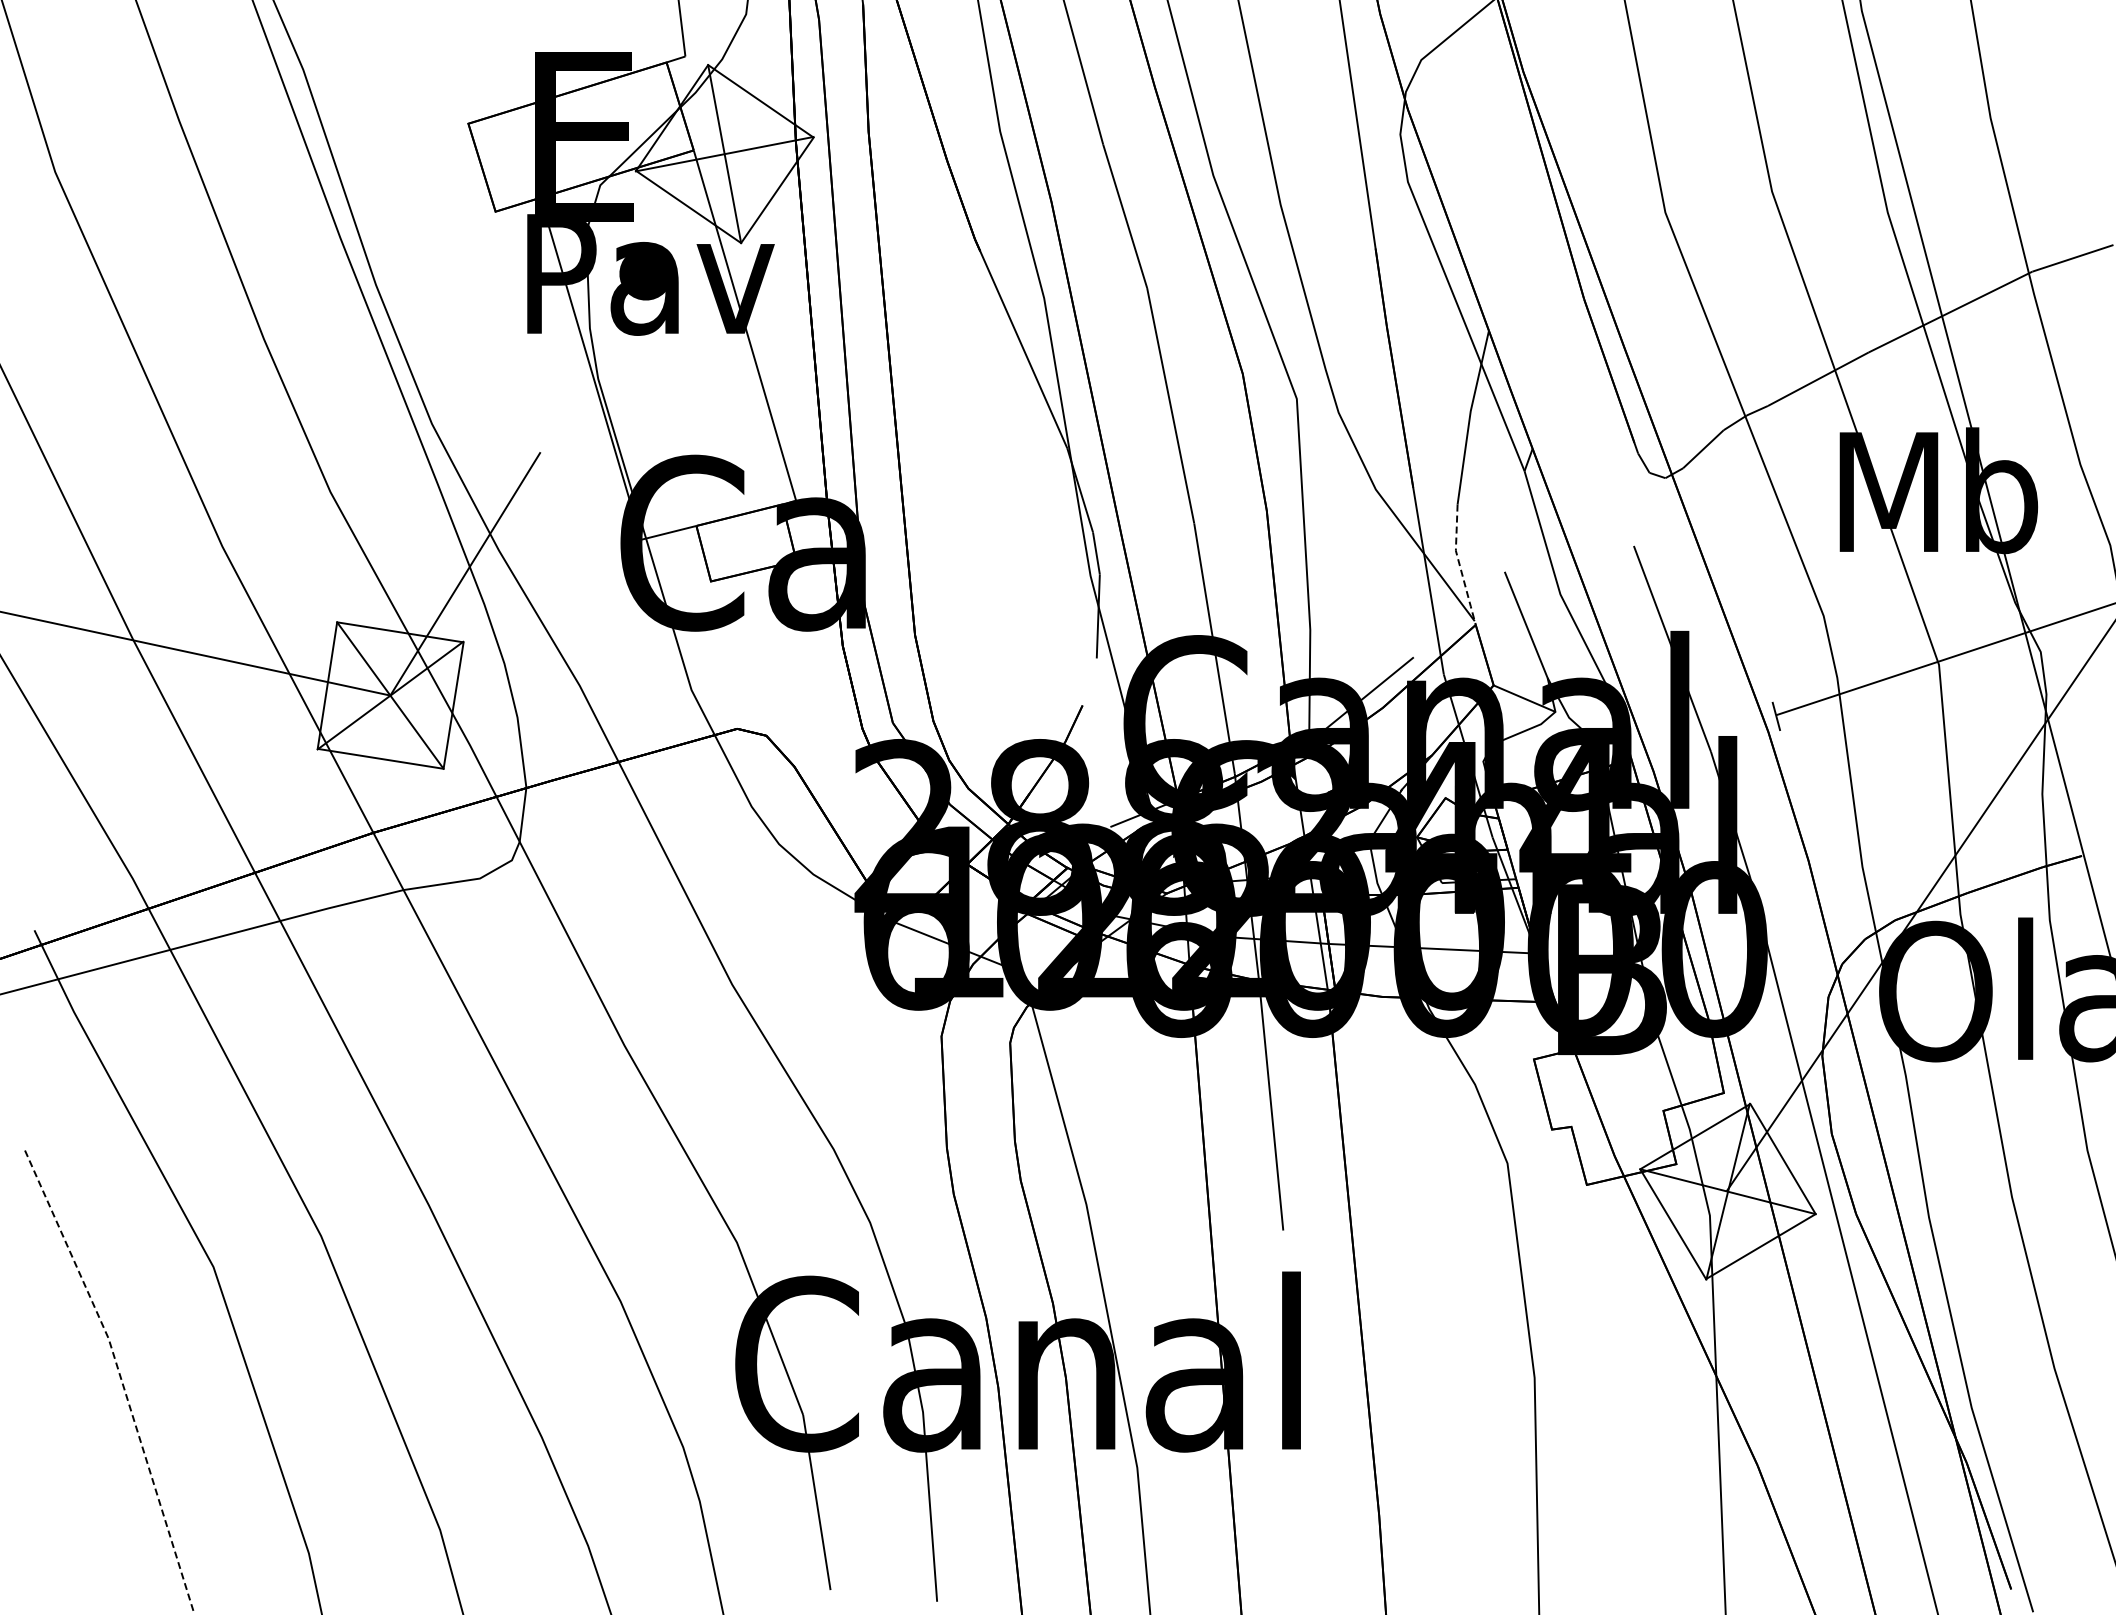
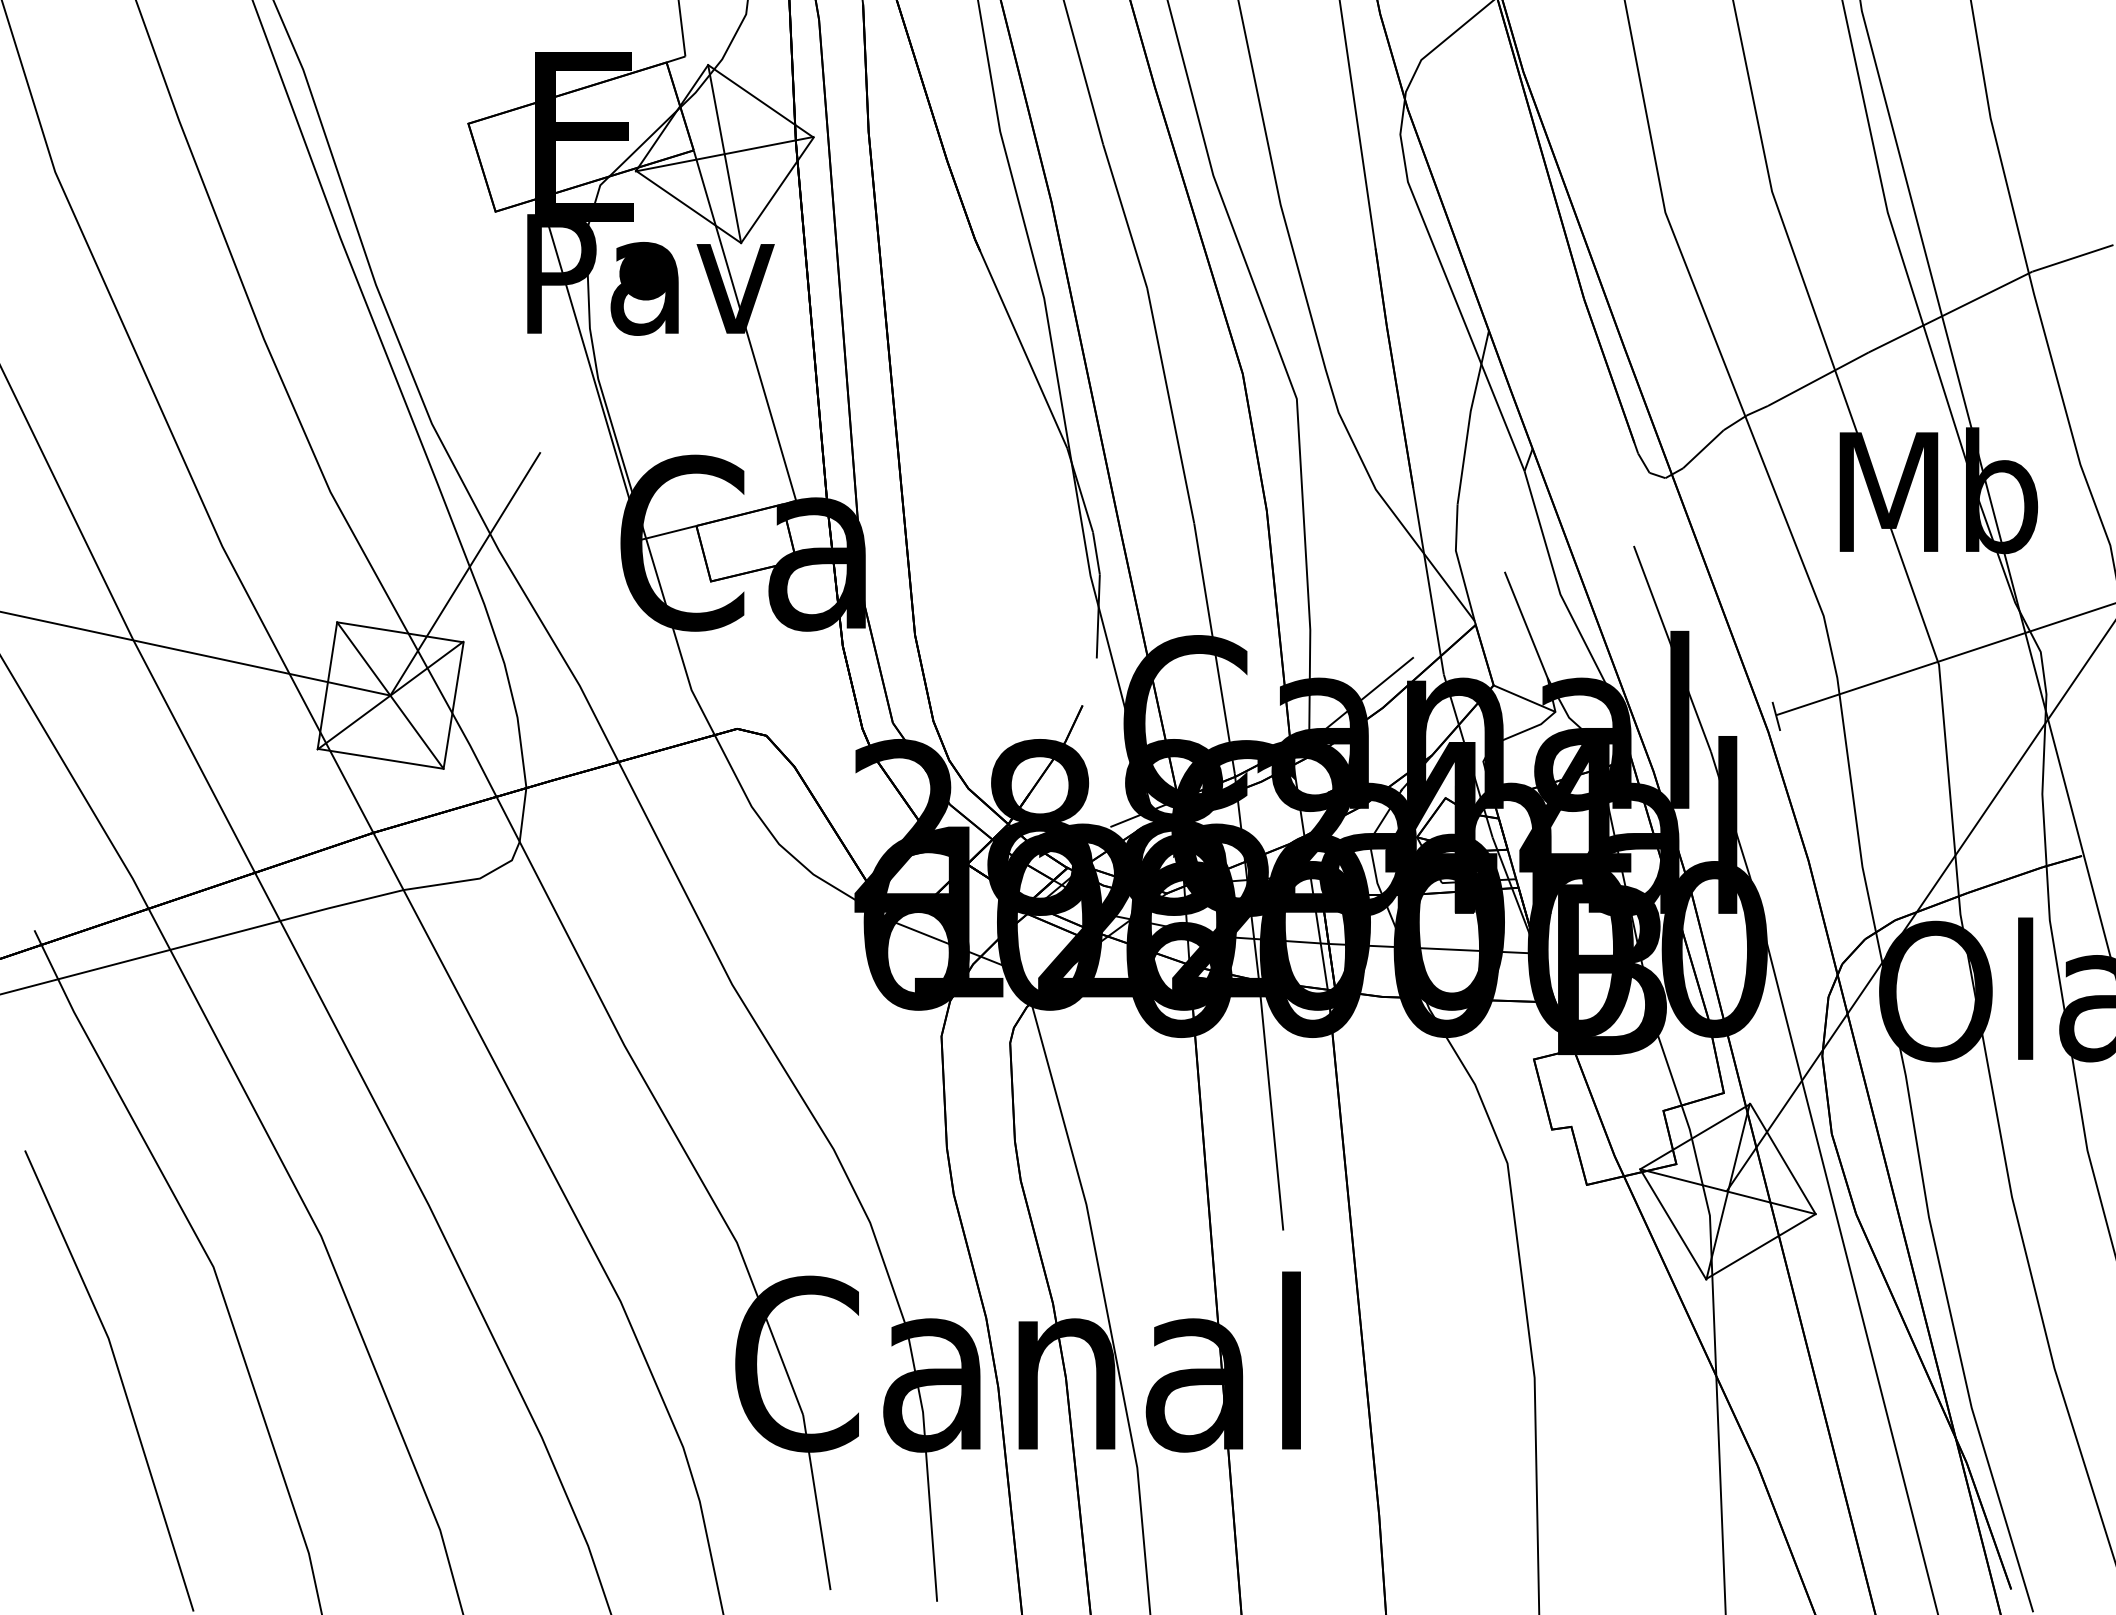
line at (1459, 566): dashed -> solid
line at (120, 1376): dashed -> solid
